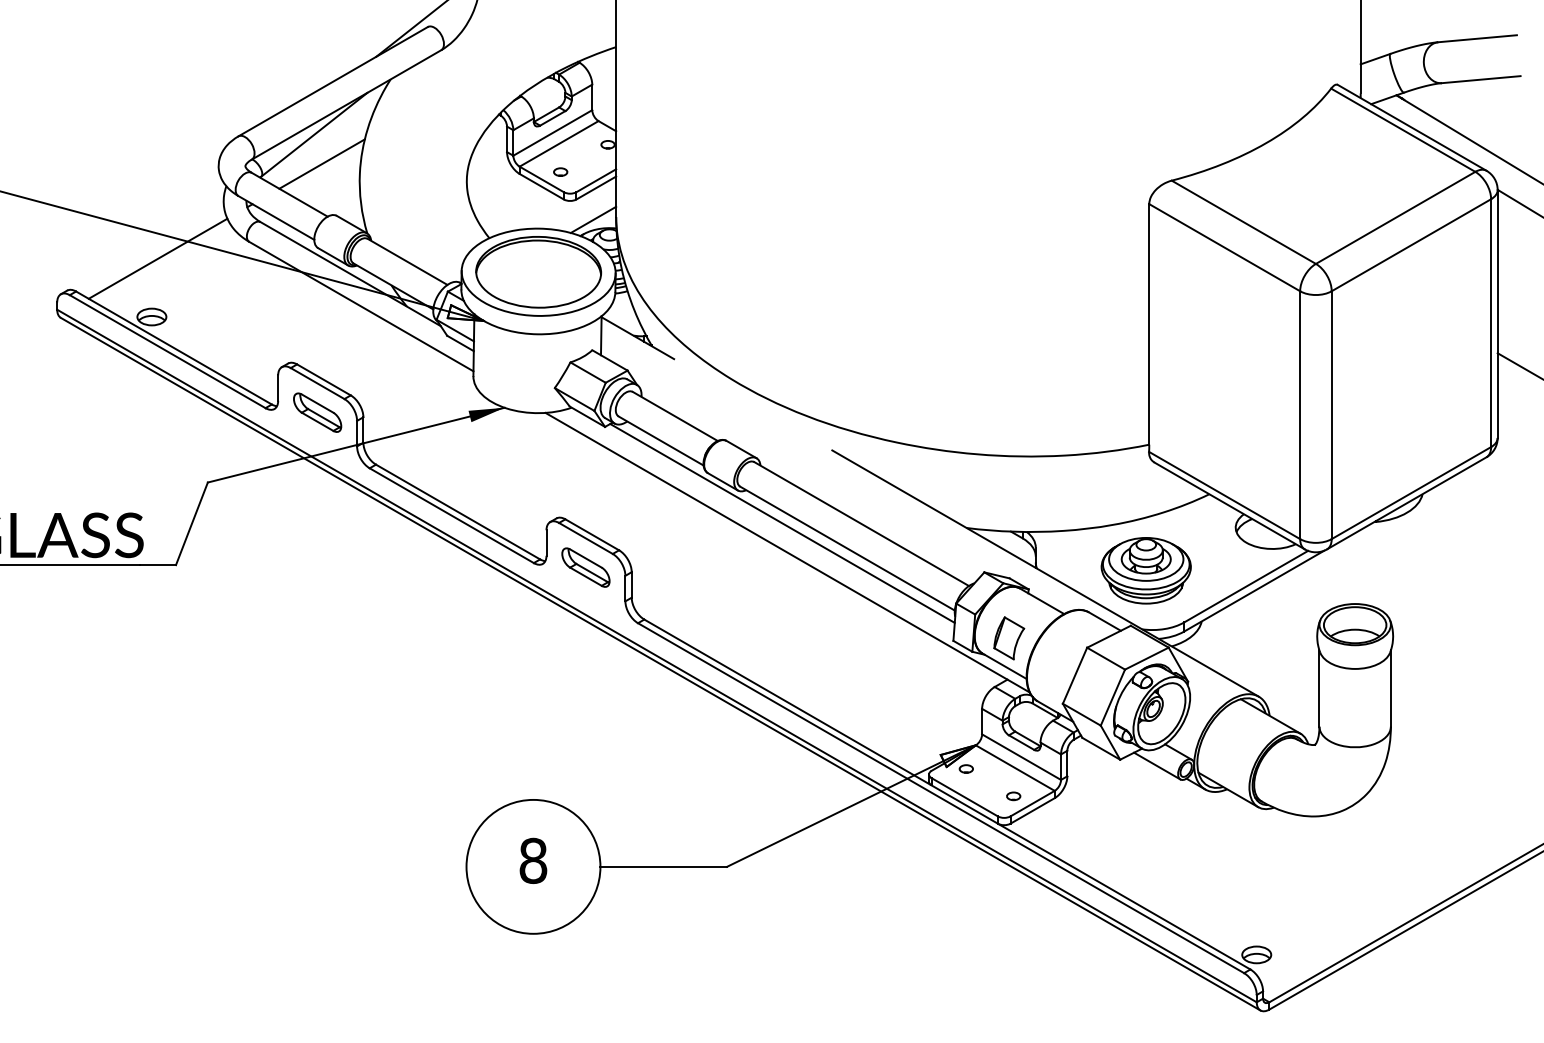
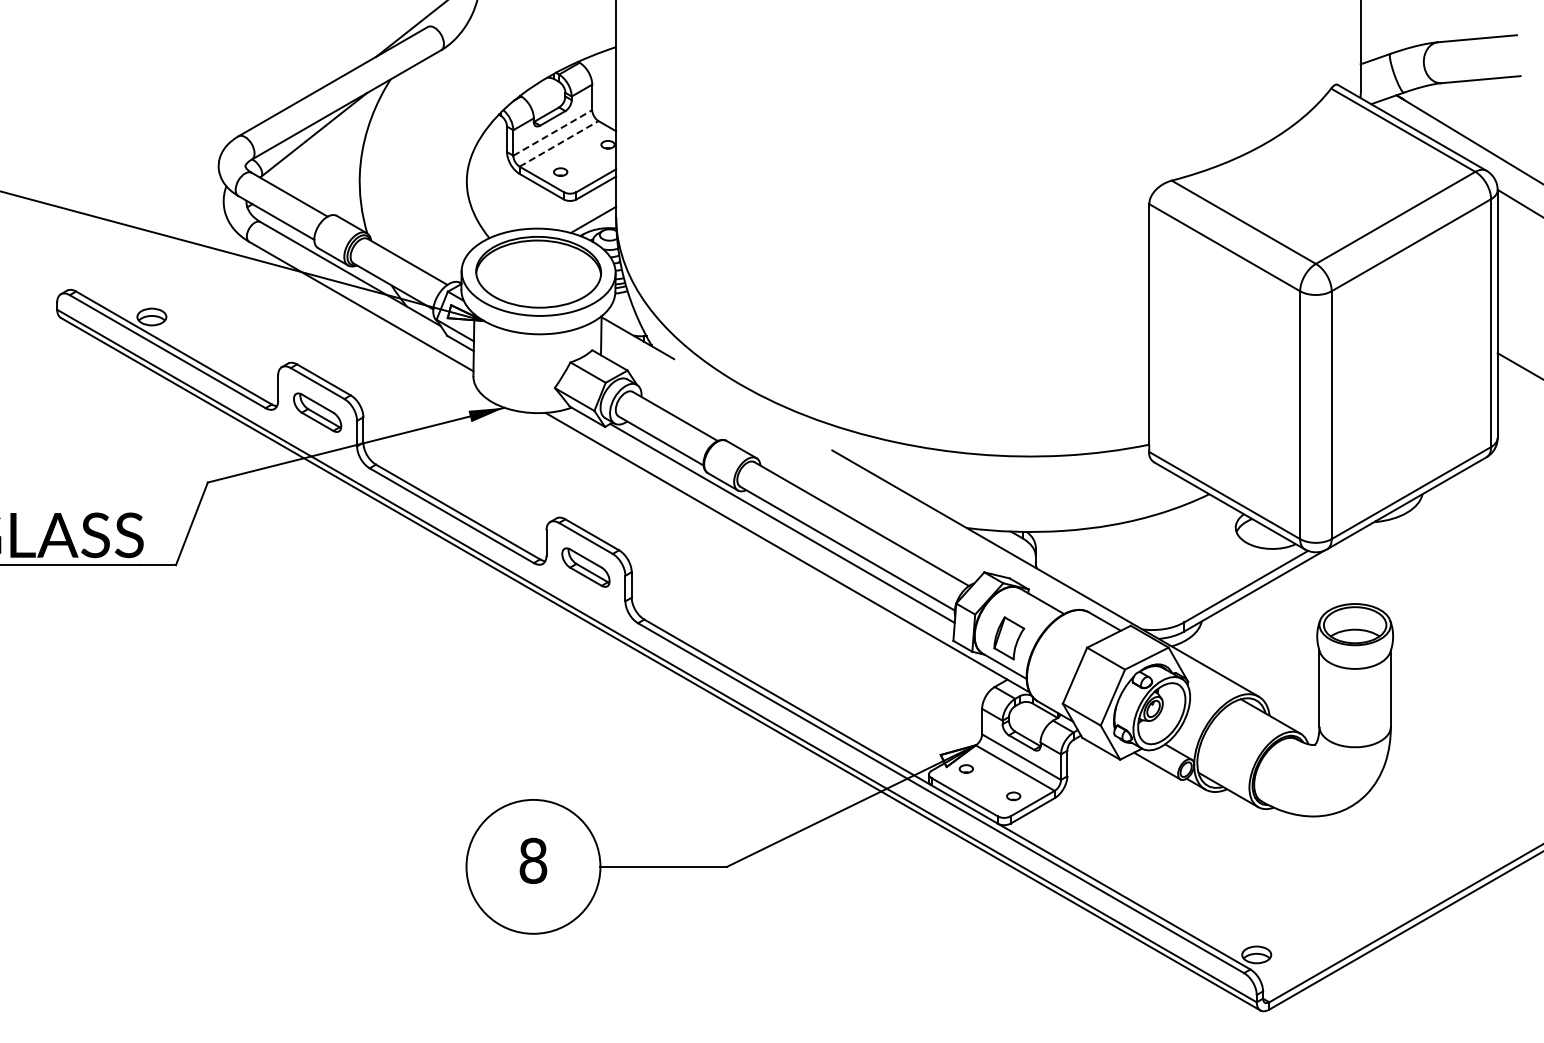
line at (552, 132): solid -> dashed
line at (559, 143): solid -> dashed
line at (321, 163): present -> none
line at (157, 258): present -> none
part at (1145, 570): present -> none
